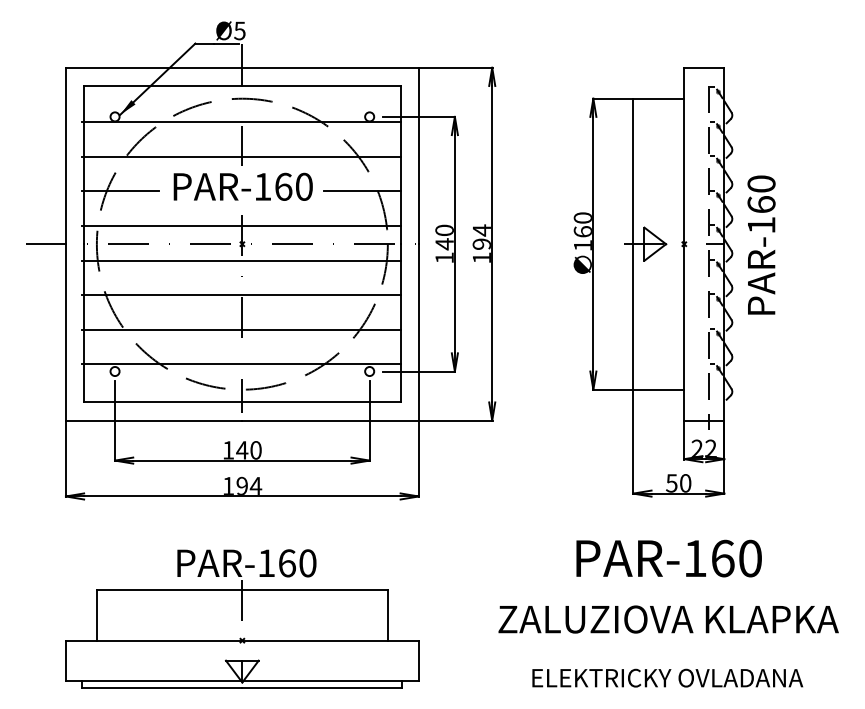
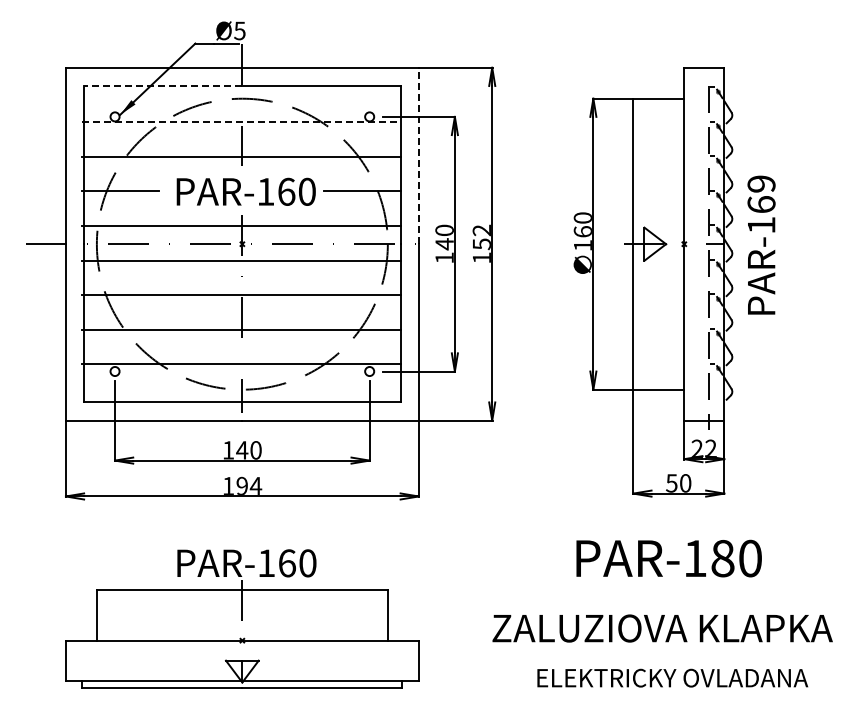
line at (162, 85): solid -> dashed
line at (241, 122): solid -> dashed
line at (418, 155): solid -> dashed
text at (761, 183): PAR-160 -> PAR-169
text at (242, 186) position: (242, 186) -> (245, 191)
text at (481, 237): 194 -> 152
text at (722, 558): PAR-160 -> PAR-180
text at (668, 619) position: (668, 619) -> (662, 628)
text at (667, 677) position: (667, 677) -> (672, 677)
